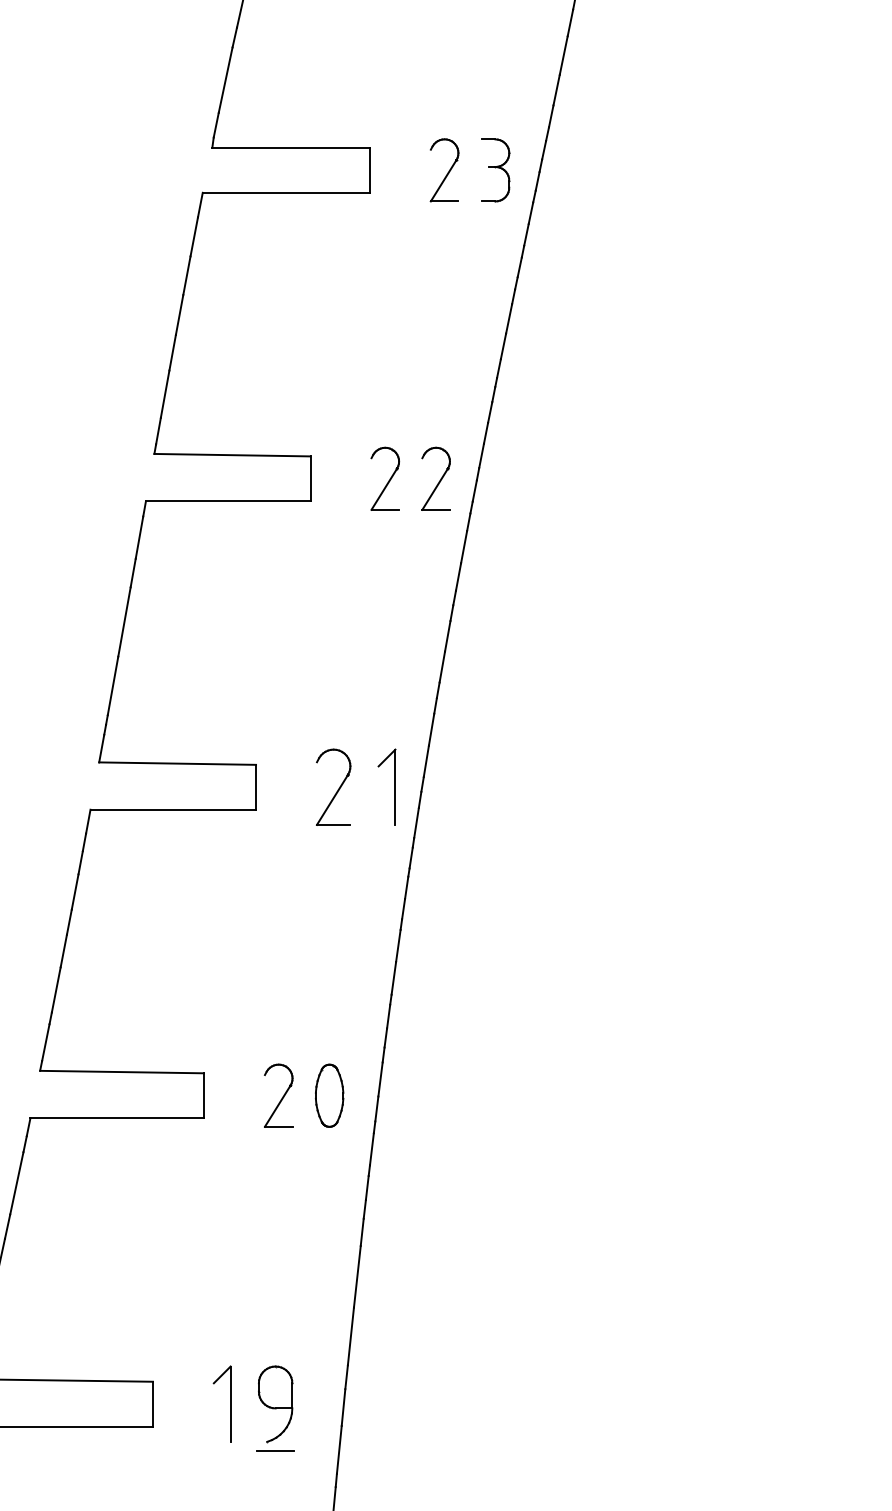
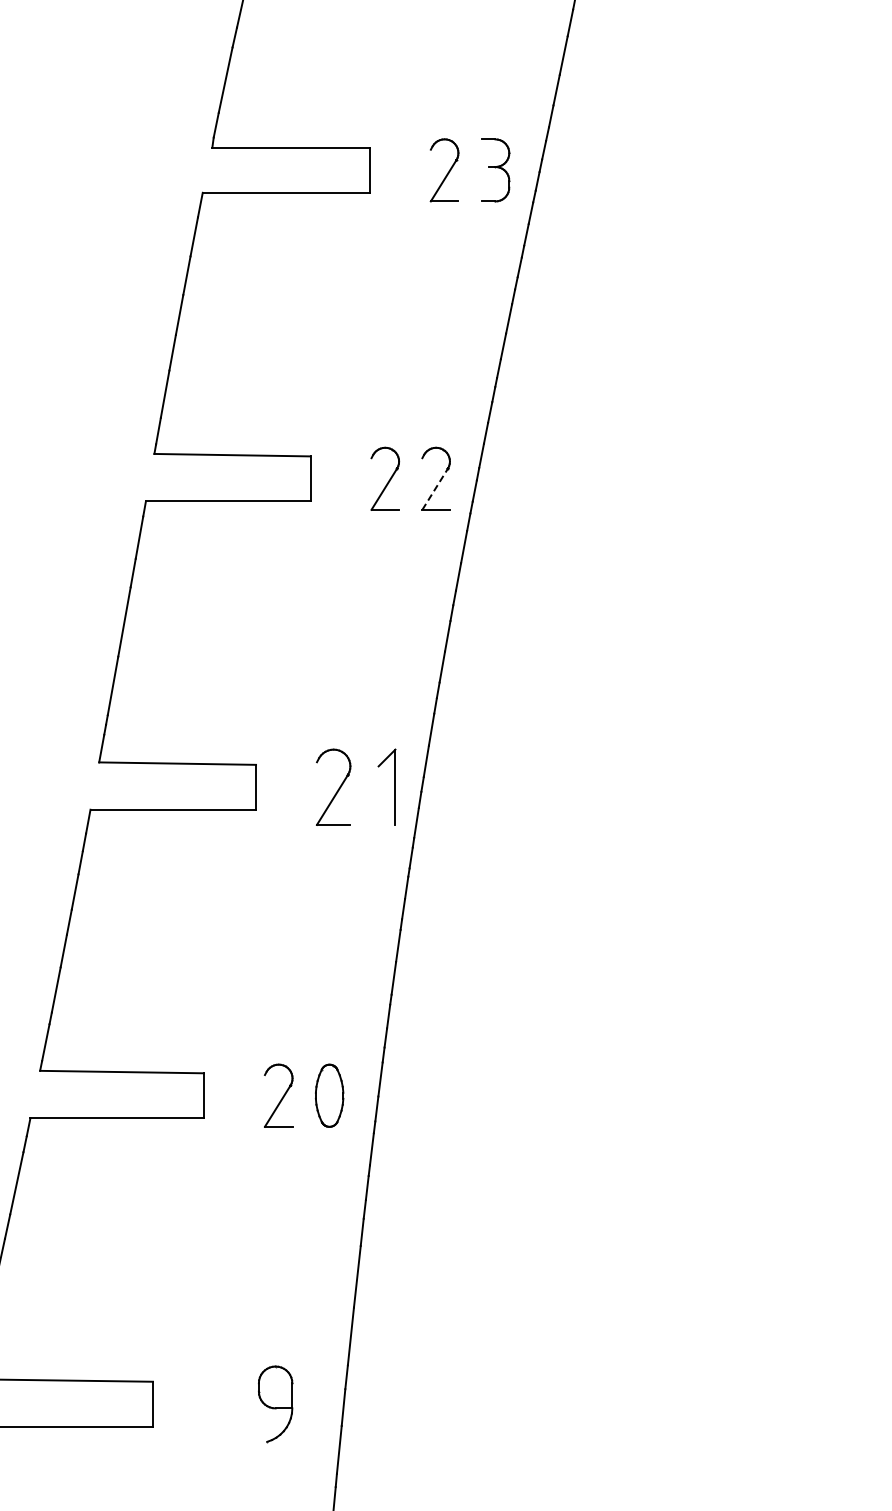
line at (435, 488): solid -> dashed
part at (230, 1403): present -> none
line at (275, 1451): present -> none
